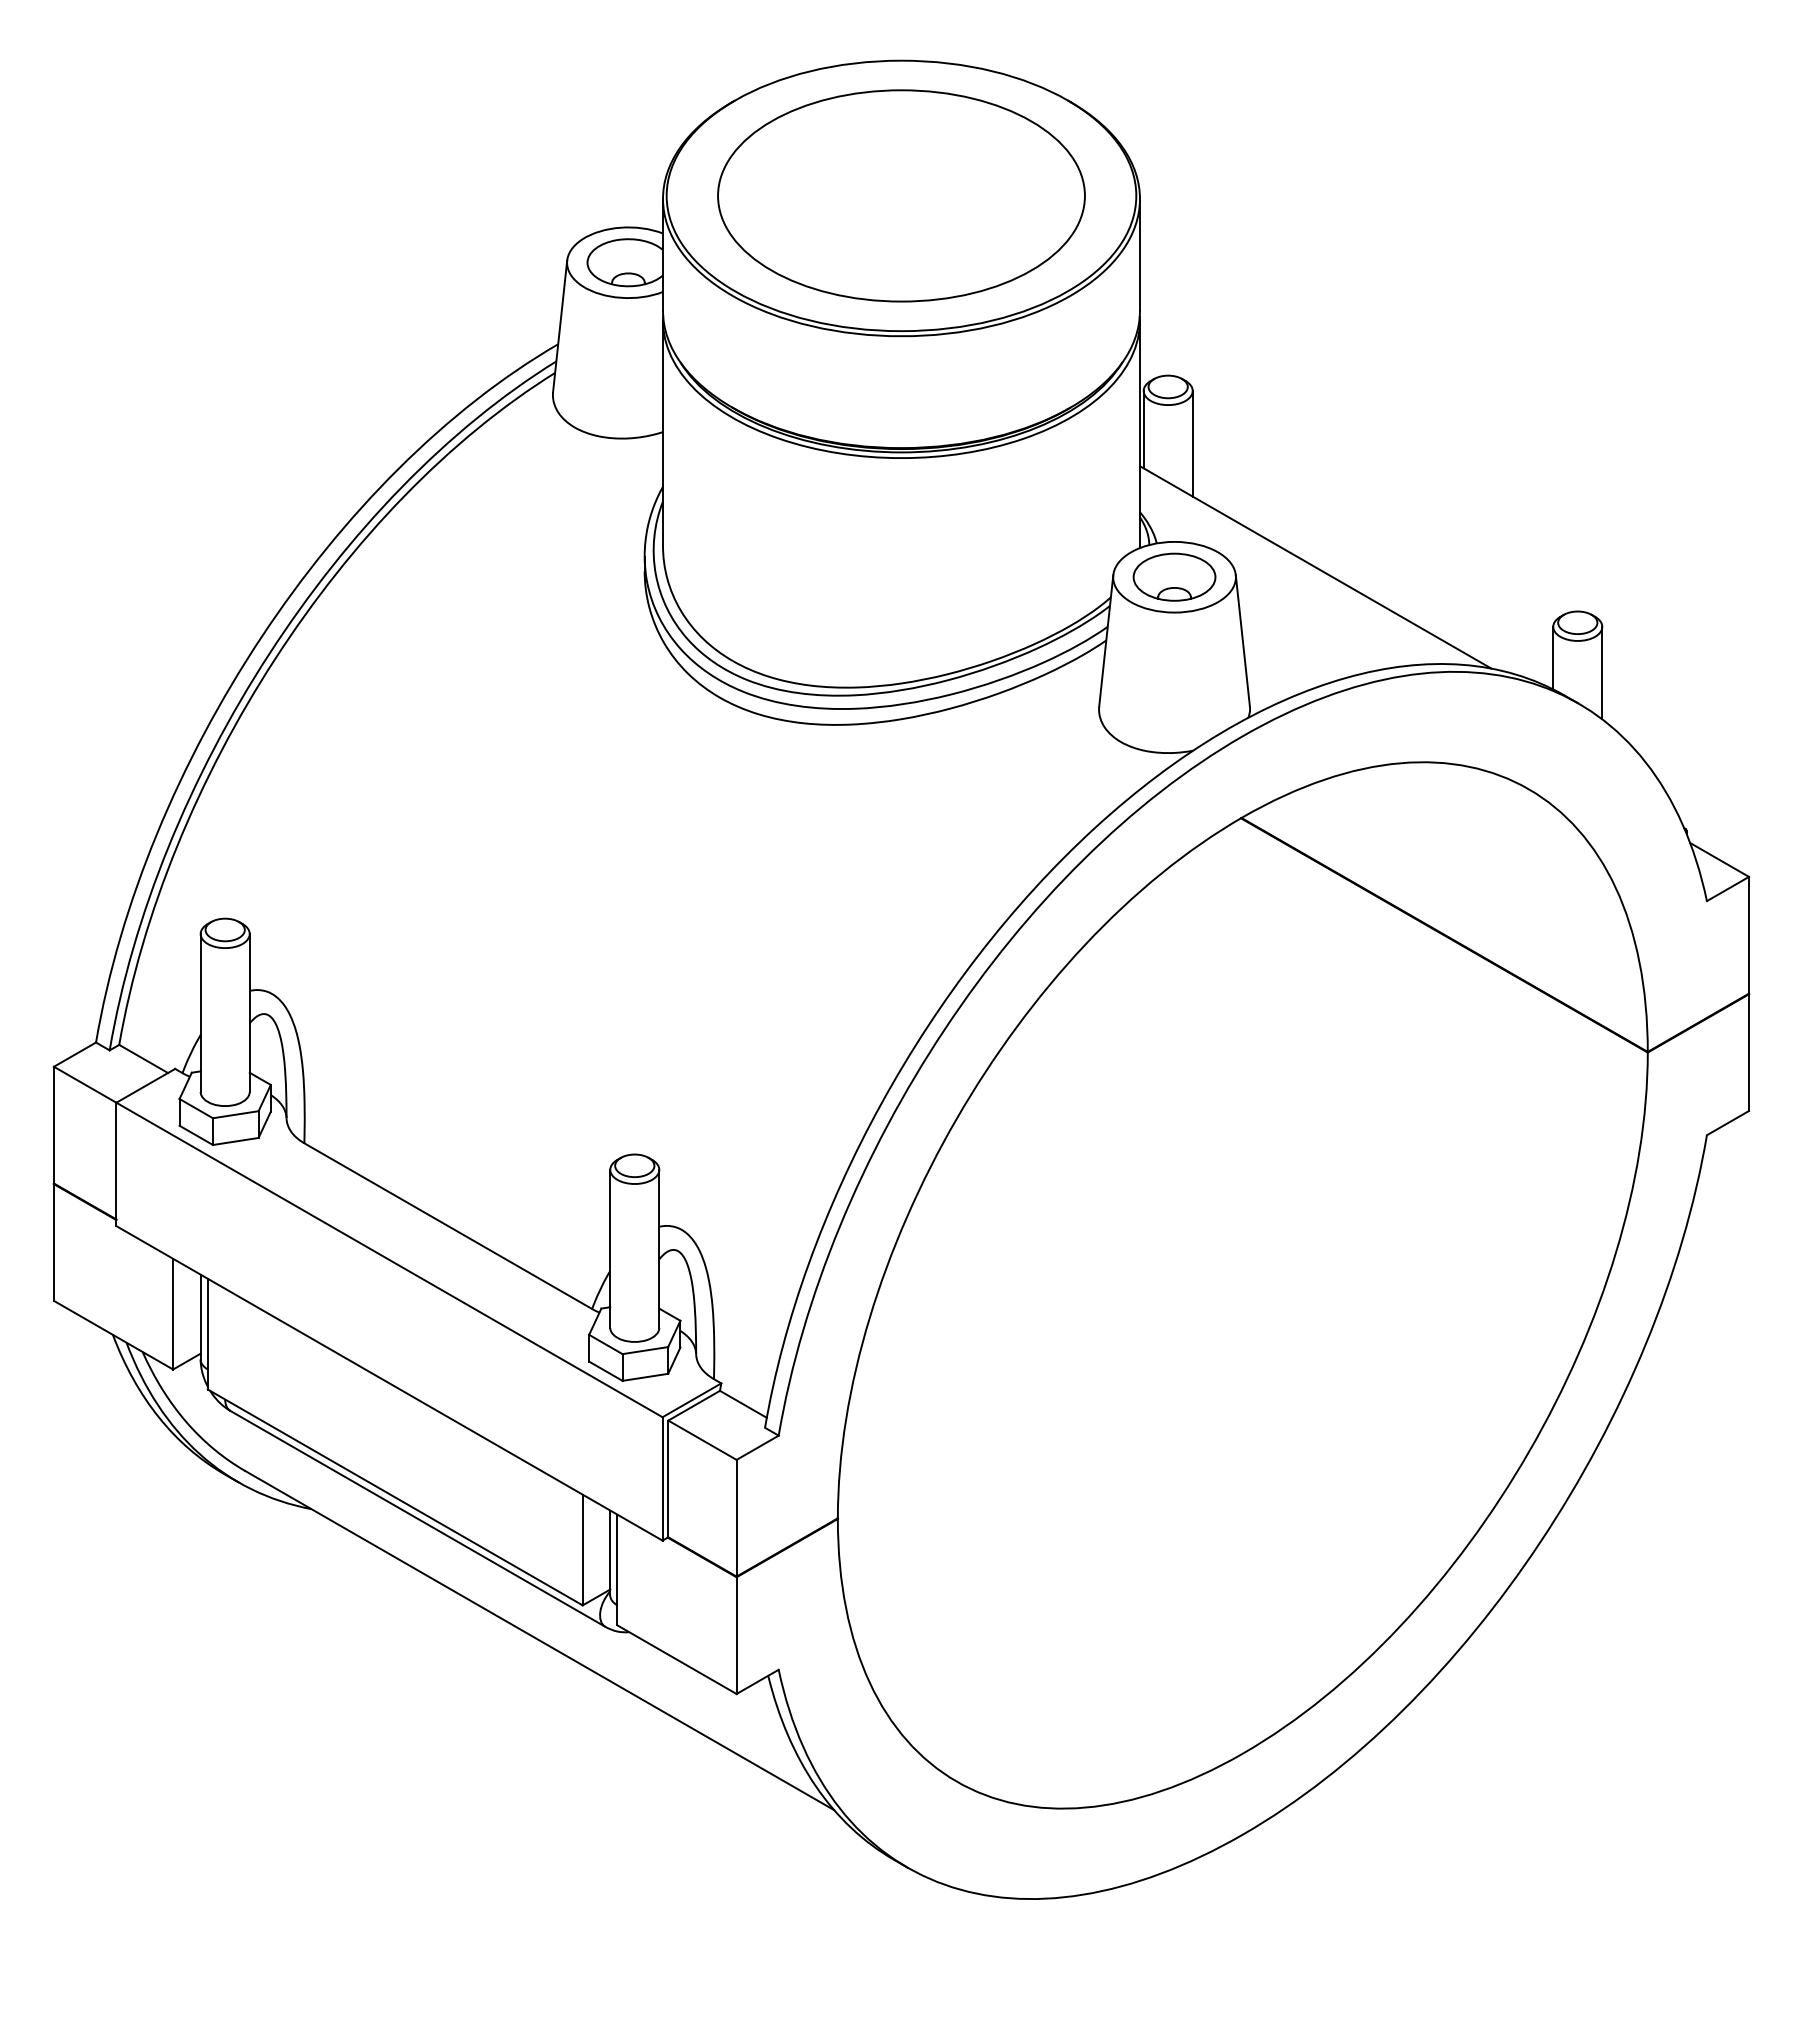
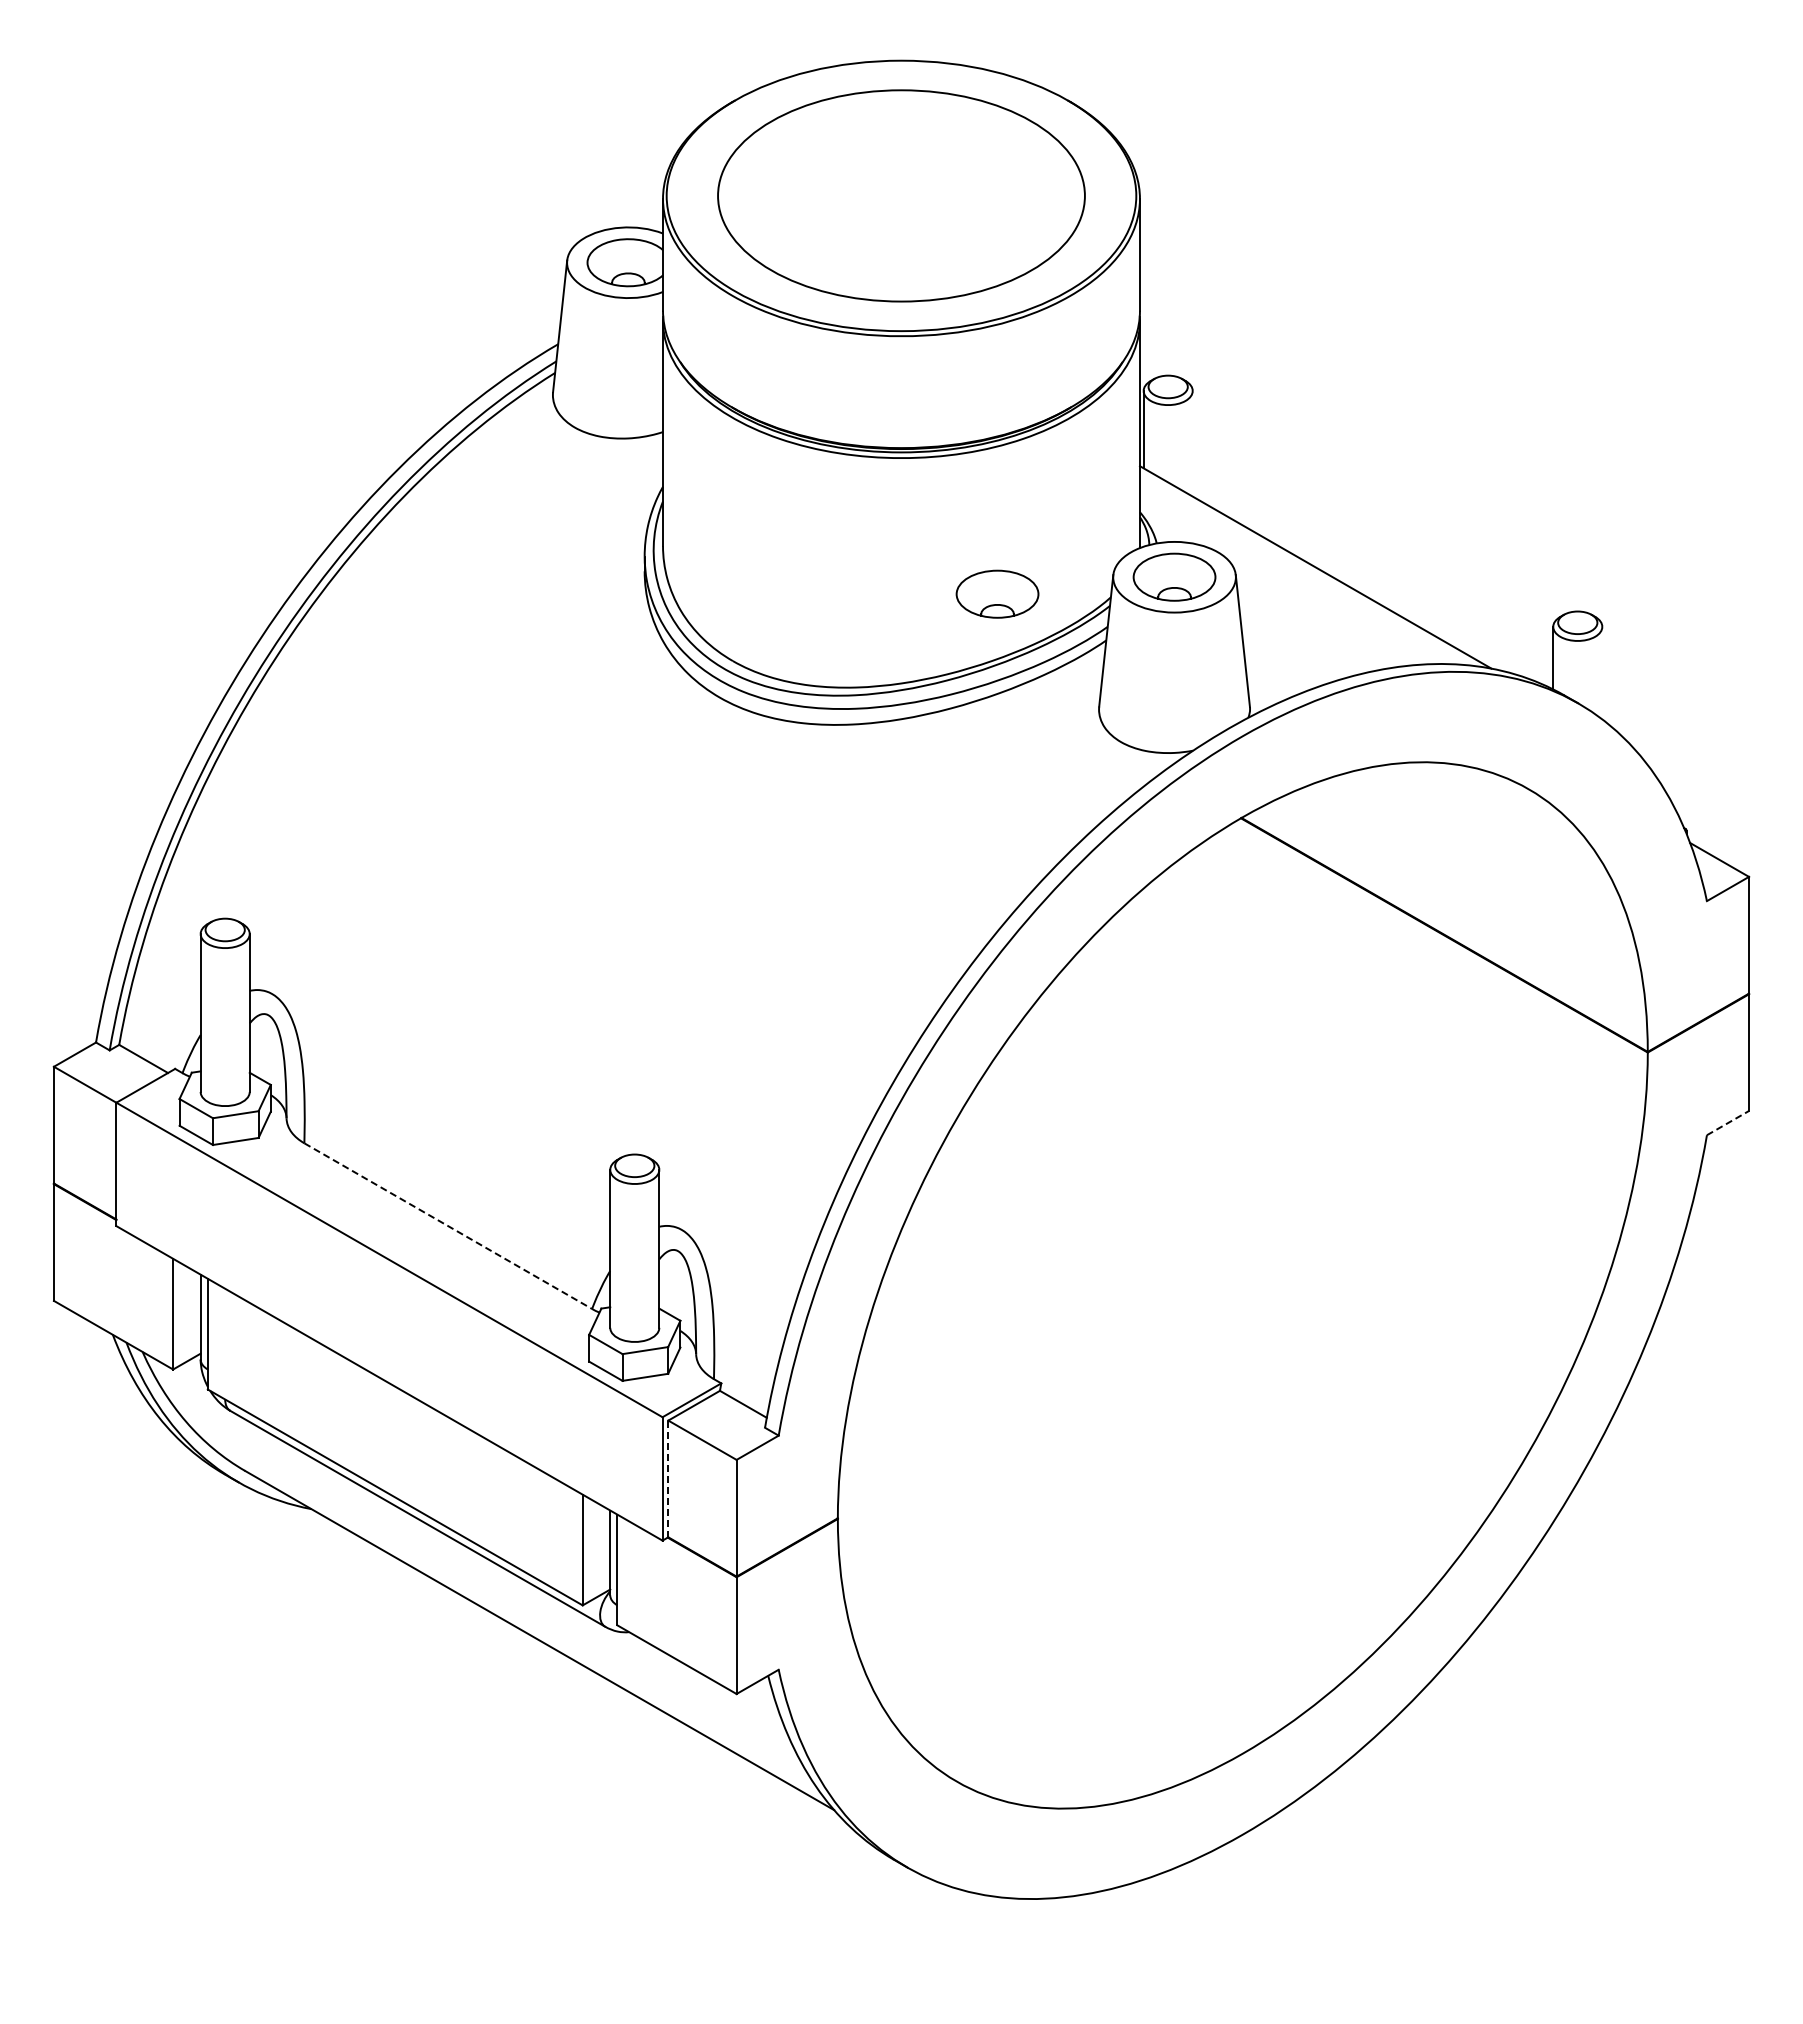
line at (1192, 443): present -> none
part at (997, 593): none -> present
line at (1602, 672): present -> none
line at (1728, 1122): solid -> dashed
line at (448, 1226): solid -> dashed
line at (668, 1479): solid -> dashed
